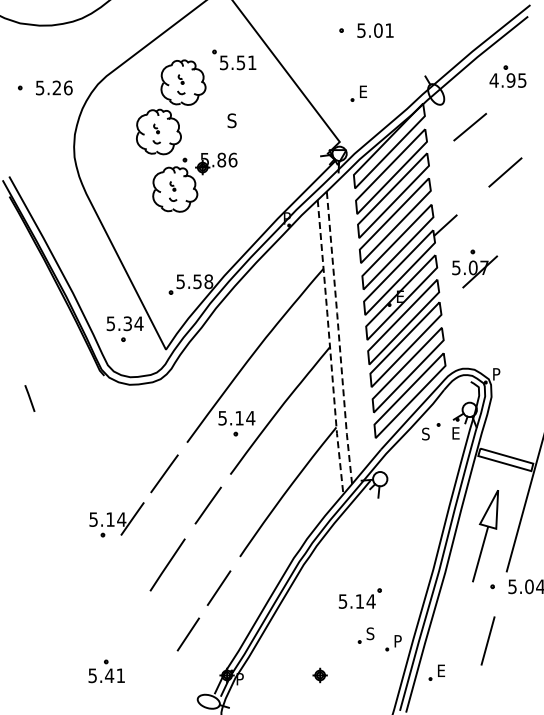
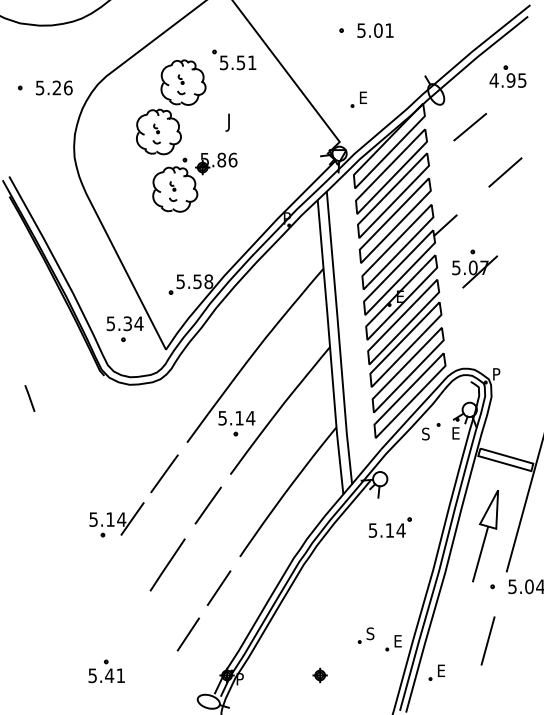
part at (358, 93) position: (358, 93) -> (358, 99)
text at (230, 122): S -> J
line at (339, 339): dashed -> solid
line at (330, 347): dashed -> solid
part at (359, 598) position: (359, 598) -> (389, 527)
text at (398, 641): P -> E
